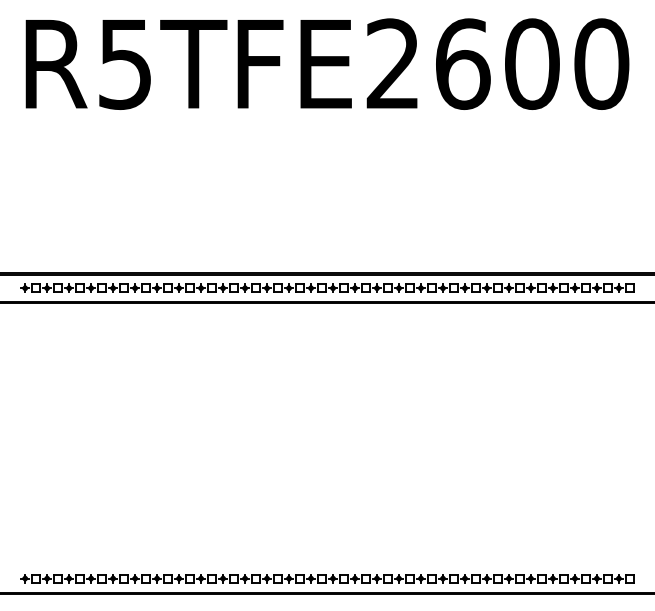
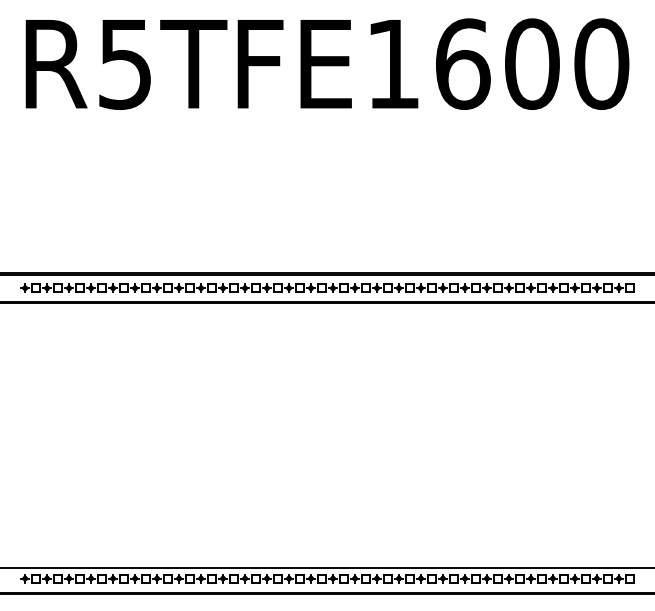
text at (392, 63): R5TFE2600 -> R5TFE1600
line at (326, 567): none -> present
